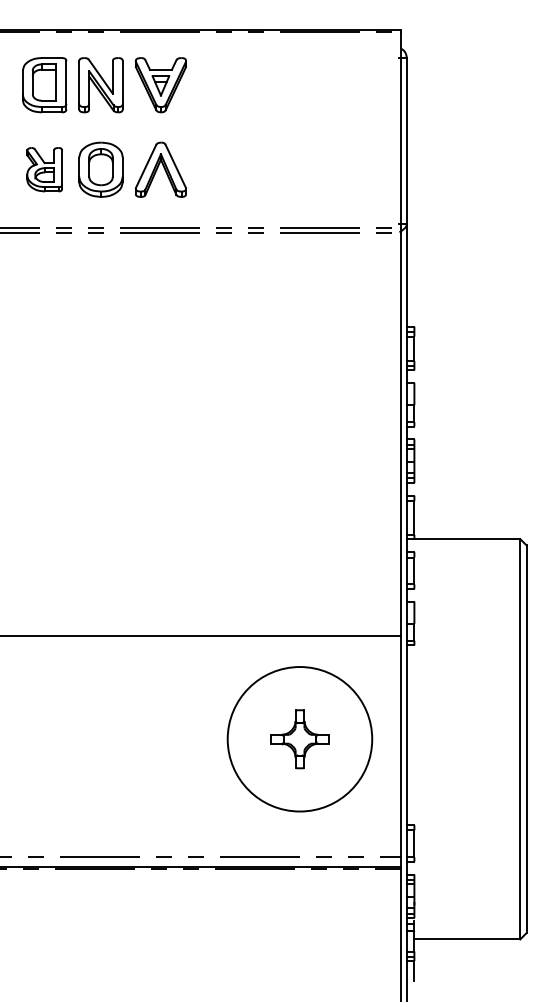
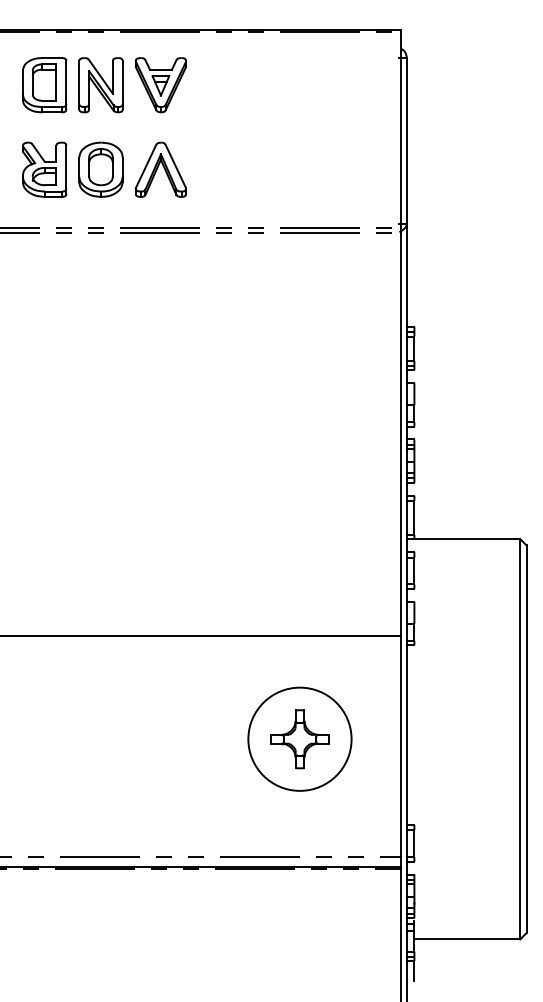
part at (44, 169) size: 37x46 px -> 46x57 px
circle at (299, 739) diameter: 145 px -> 103 px
